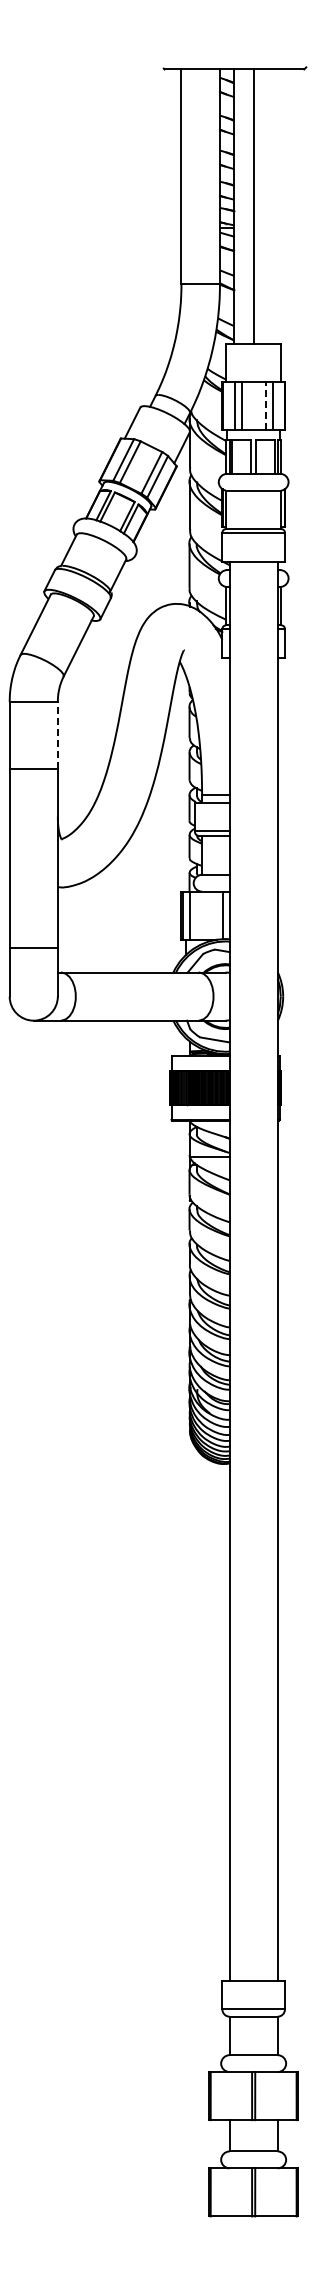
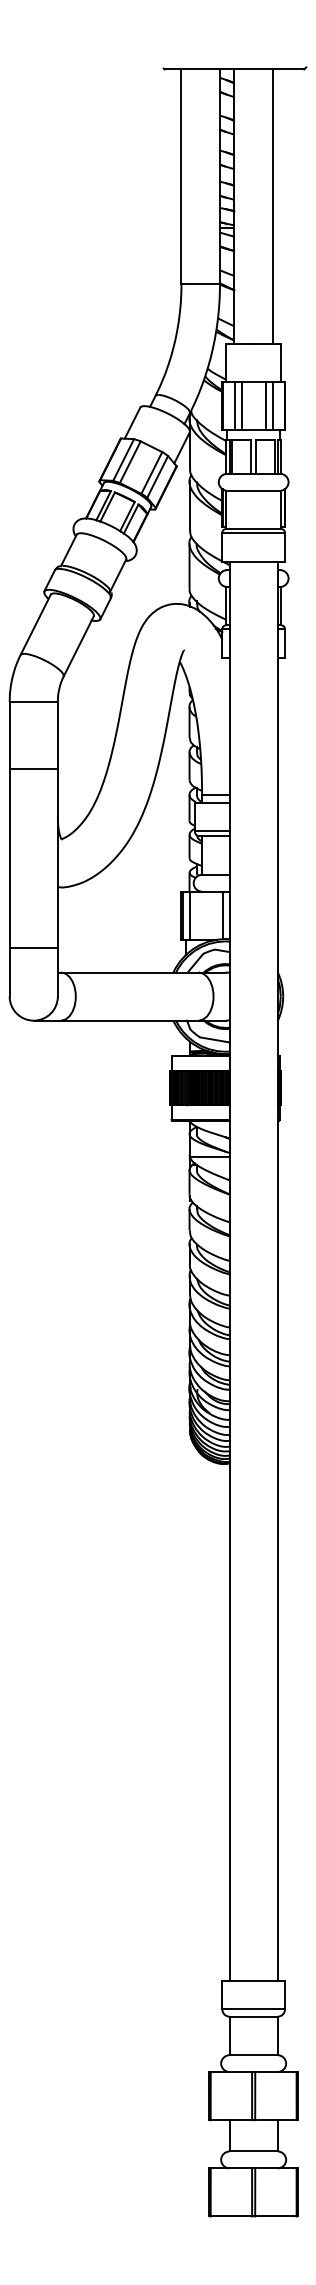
line at (253, 206) position: (253, 206) -> (272, 206)
line at (265, 405): dashed -> solid
line at (57, 734): dashed -> solid
